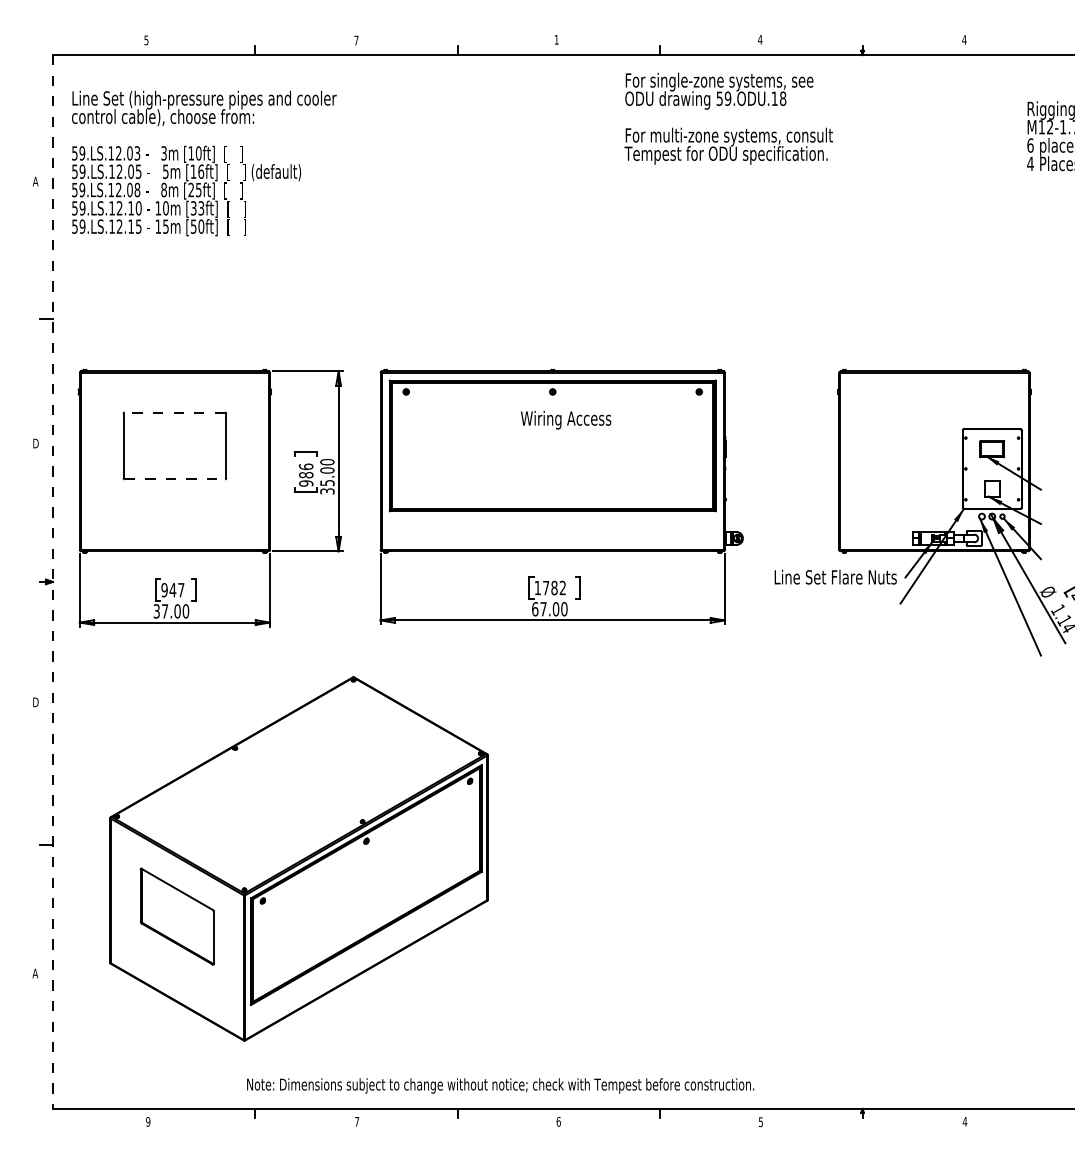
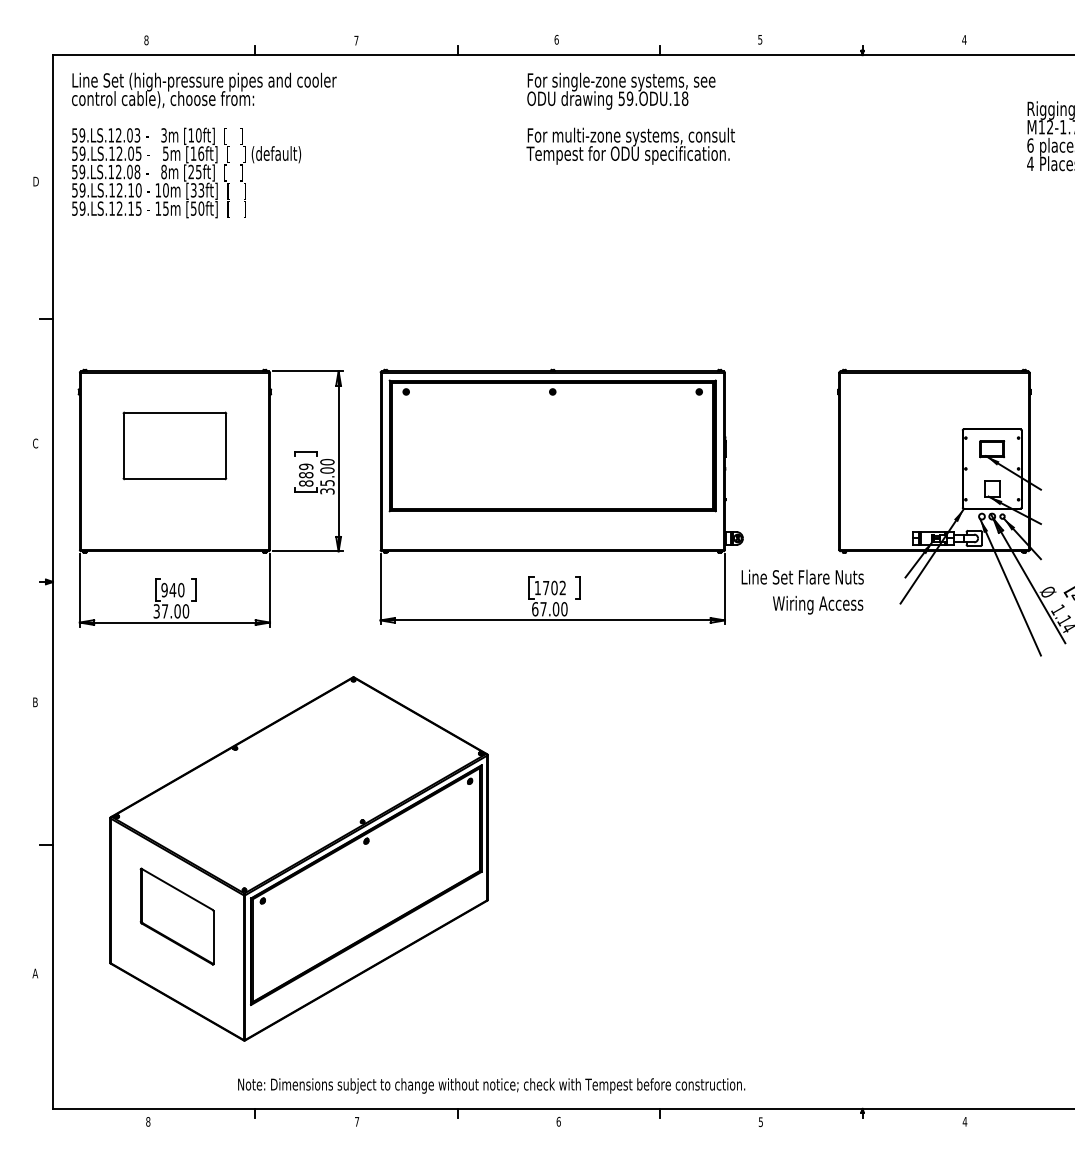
text at (556, 39): 1 -> 6
text at (760, 39): 4 -> 5
text at (146, 40): 5 -> 8
text at (728, 118) position: (728, 118) -> (630, 118)
text at (204, 163) position: (204, 163) -> (204, 145)
text at (35, 181): A -> D
line at (174, 412): dashed -> solid
text at (566, 420) position: (566, 420) -> (818, 605)
text at (35, 443): D -> C
text at (306, 474): 986 -> 889
line at (175, 479): dashed -> solid
text at (835, 576) position: (835, 576) -> (802, 576)
line at (52, 581): dashed -> solid
text at (554, 587): 1782 -> 1702
text at (181, 589): 947 -> 940
text at (36, 702): D -> B
text at (500, 1085) position: (500, 1085) -> (491, 1085)
text at (148, 1121): 9 -> 8
